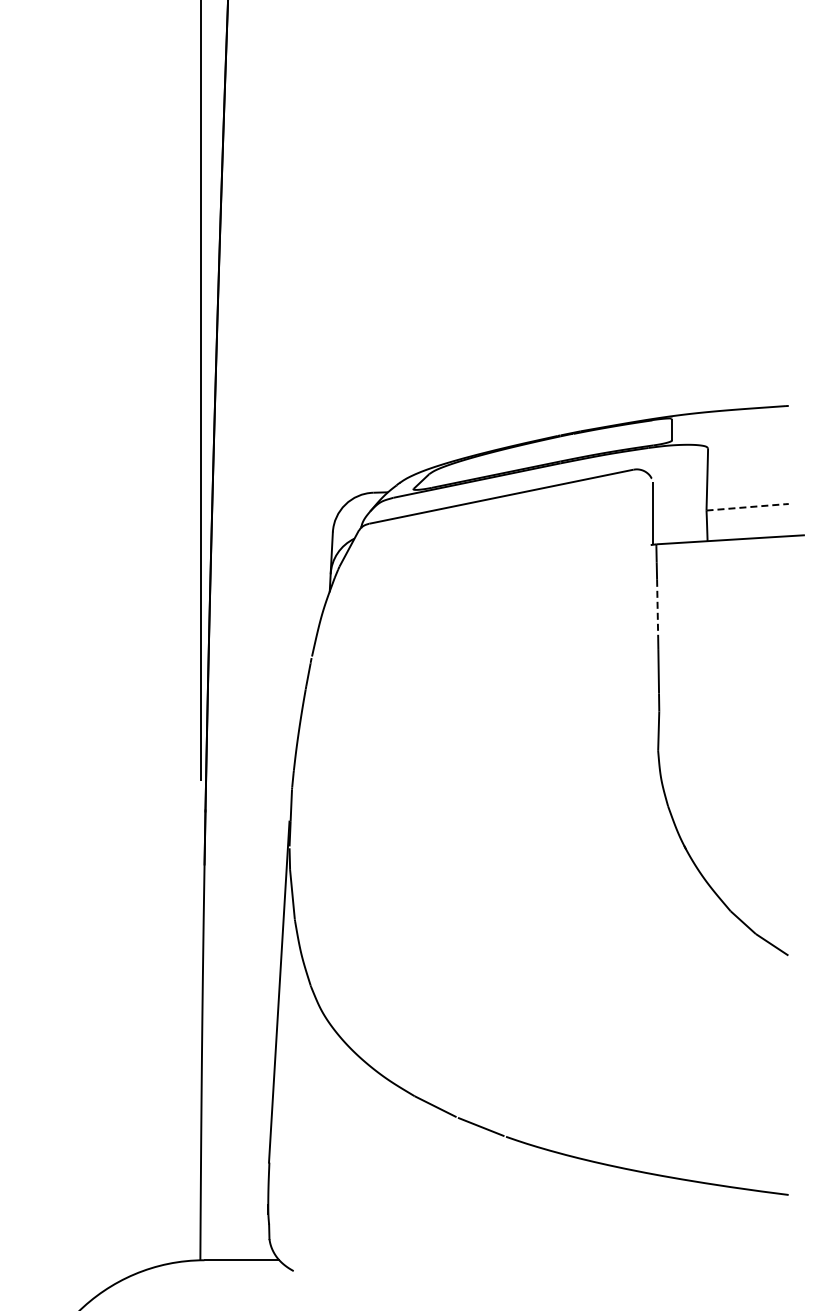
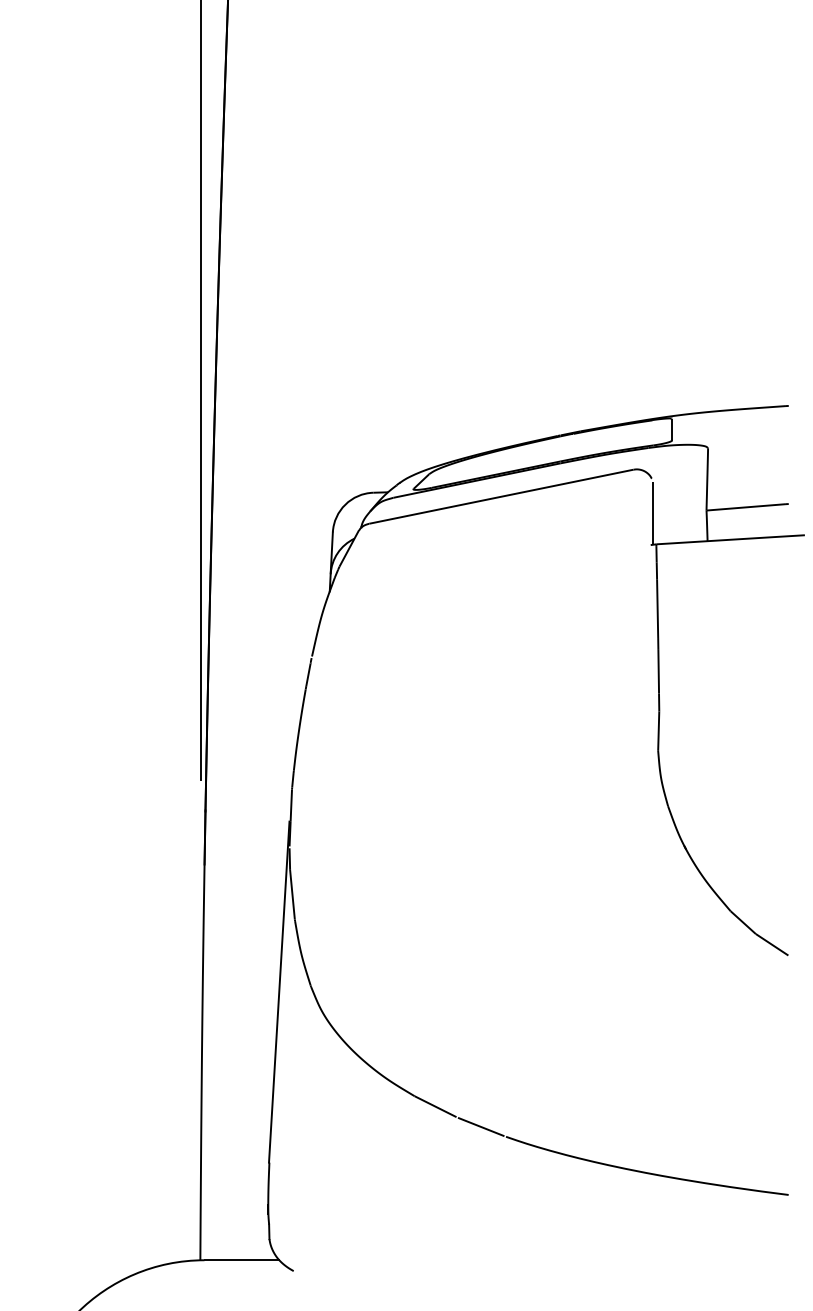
line at (746, 507): dashed -> solid
line at (657, 609): dashed -> solid
